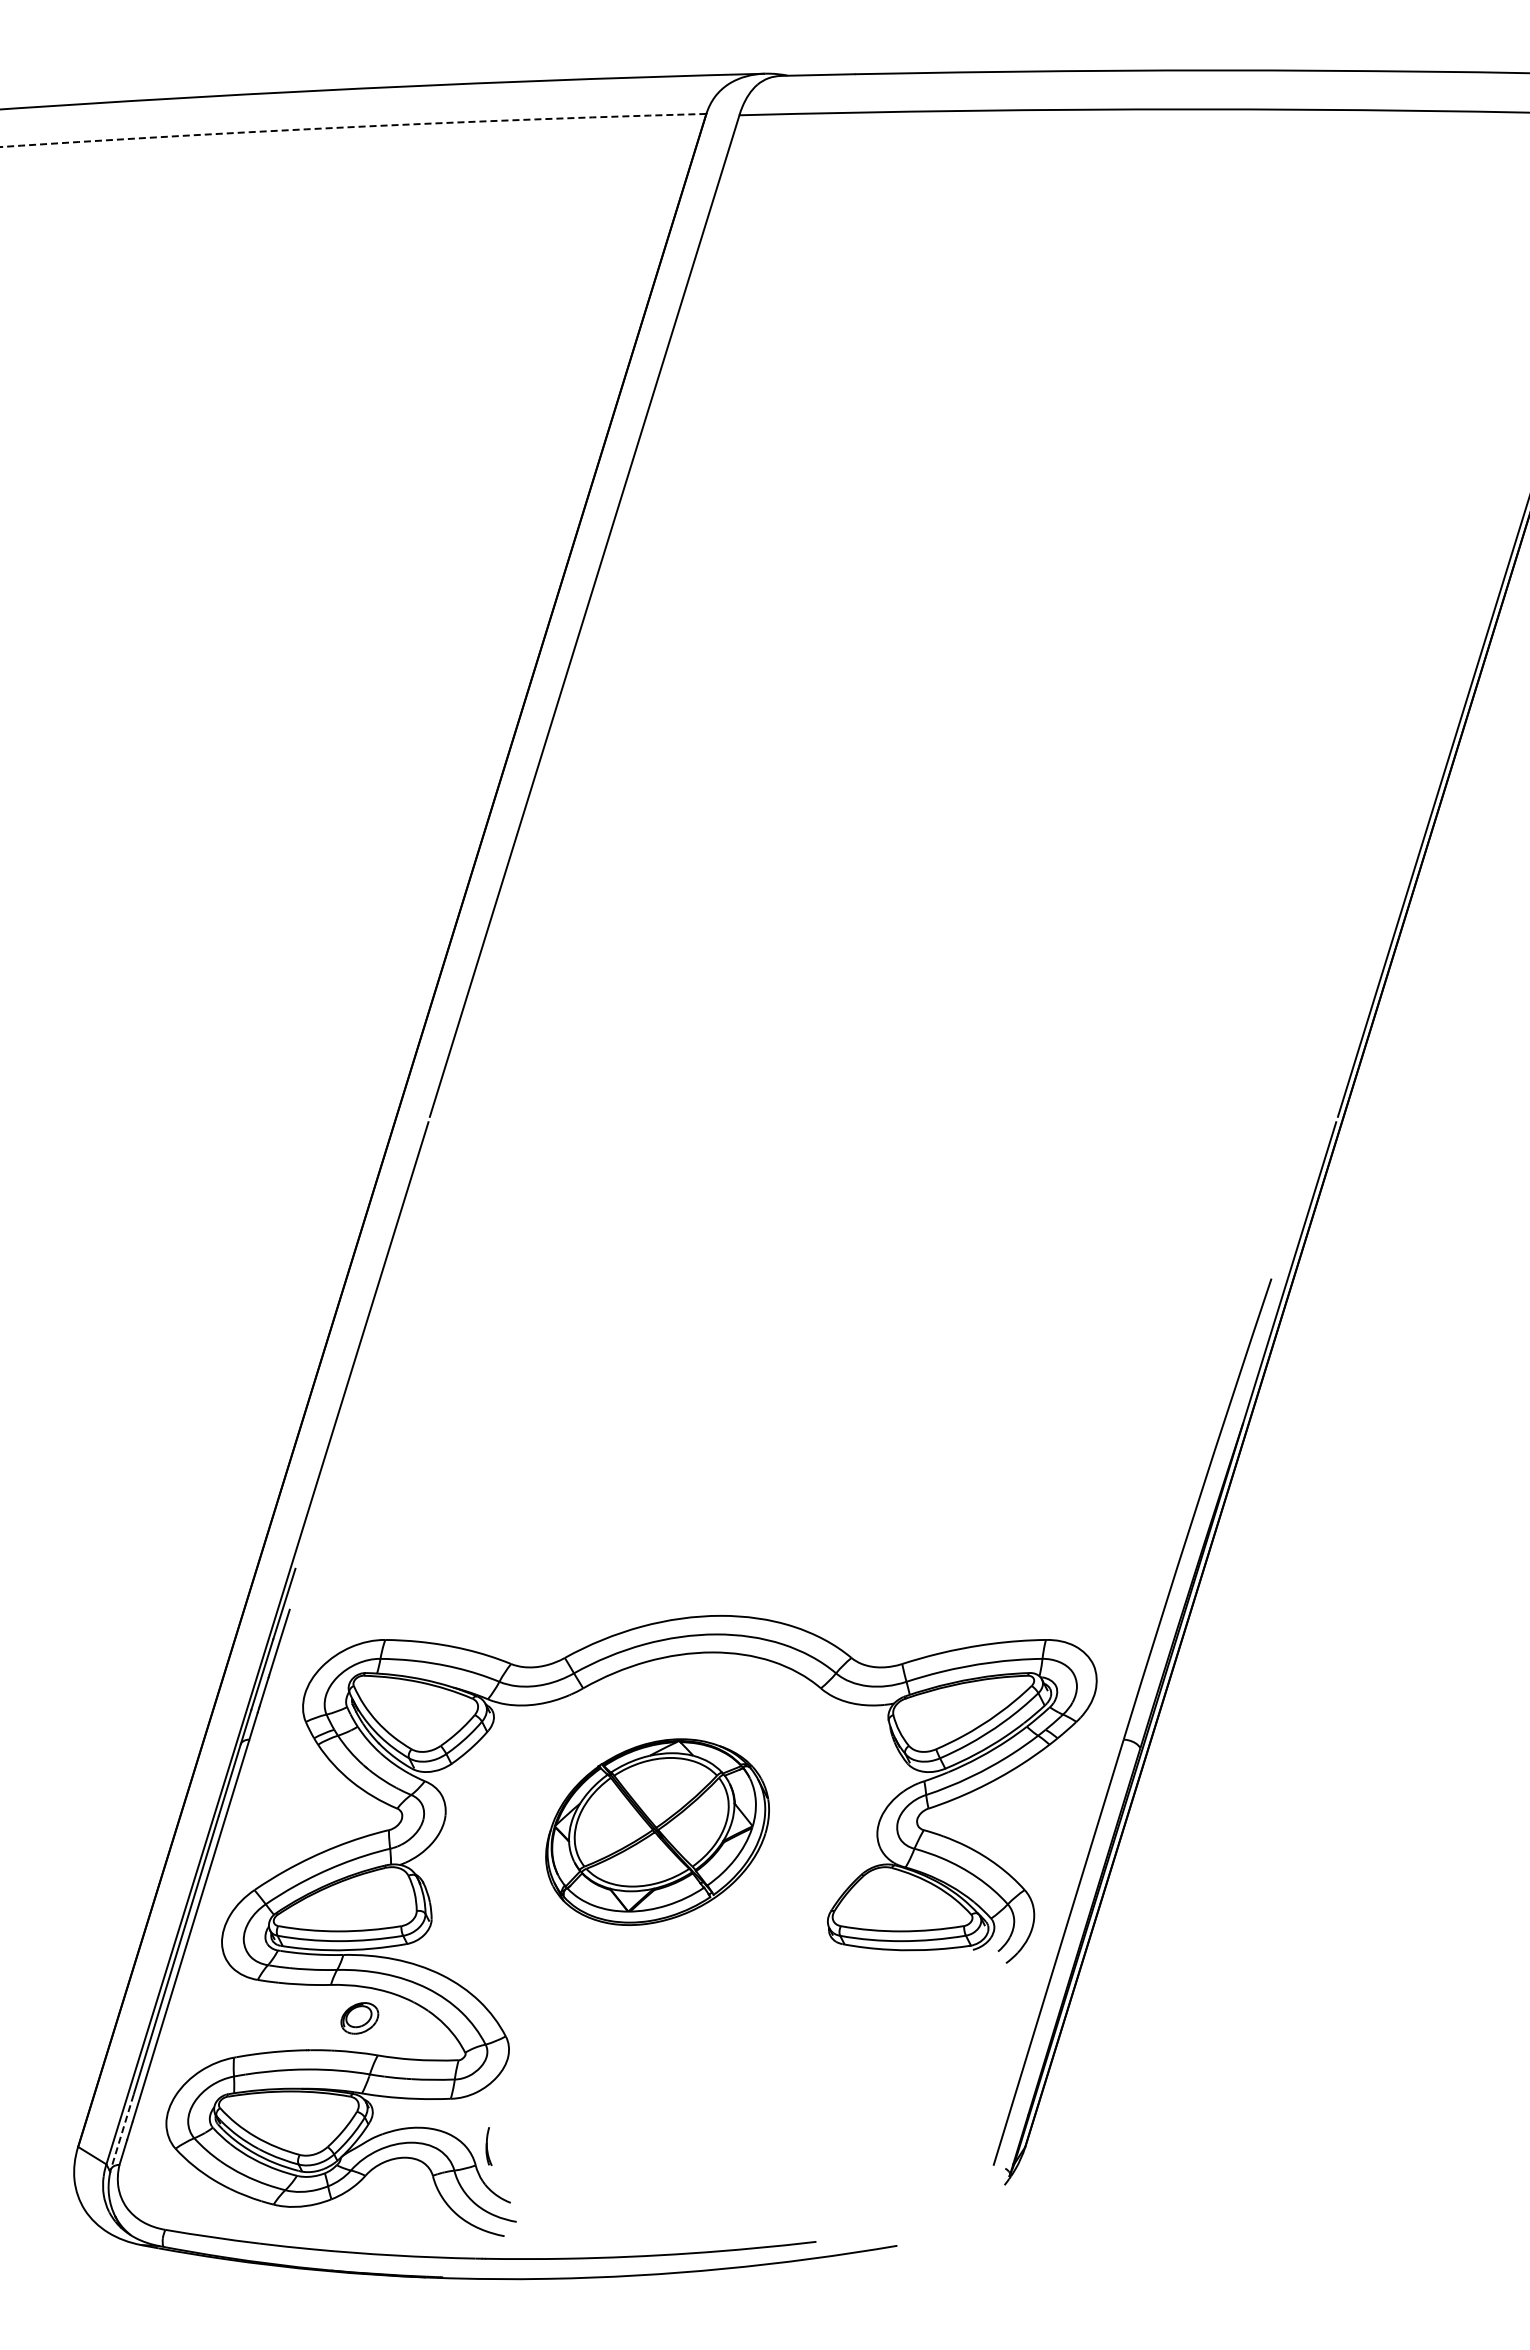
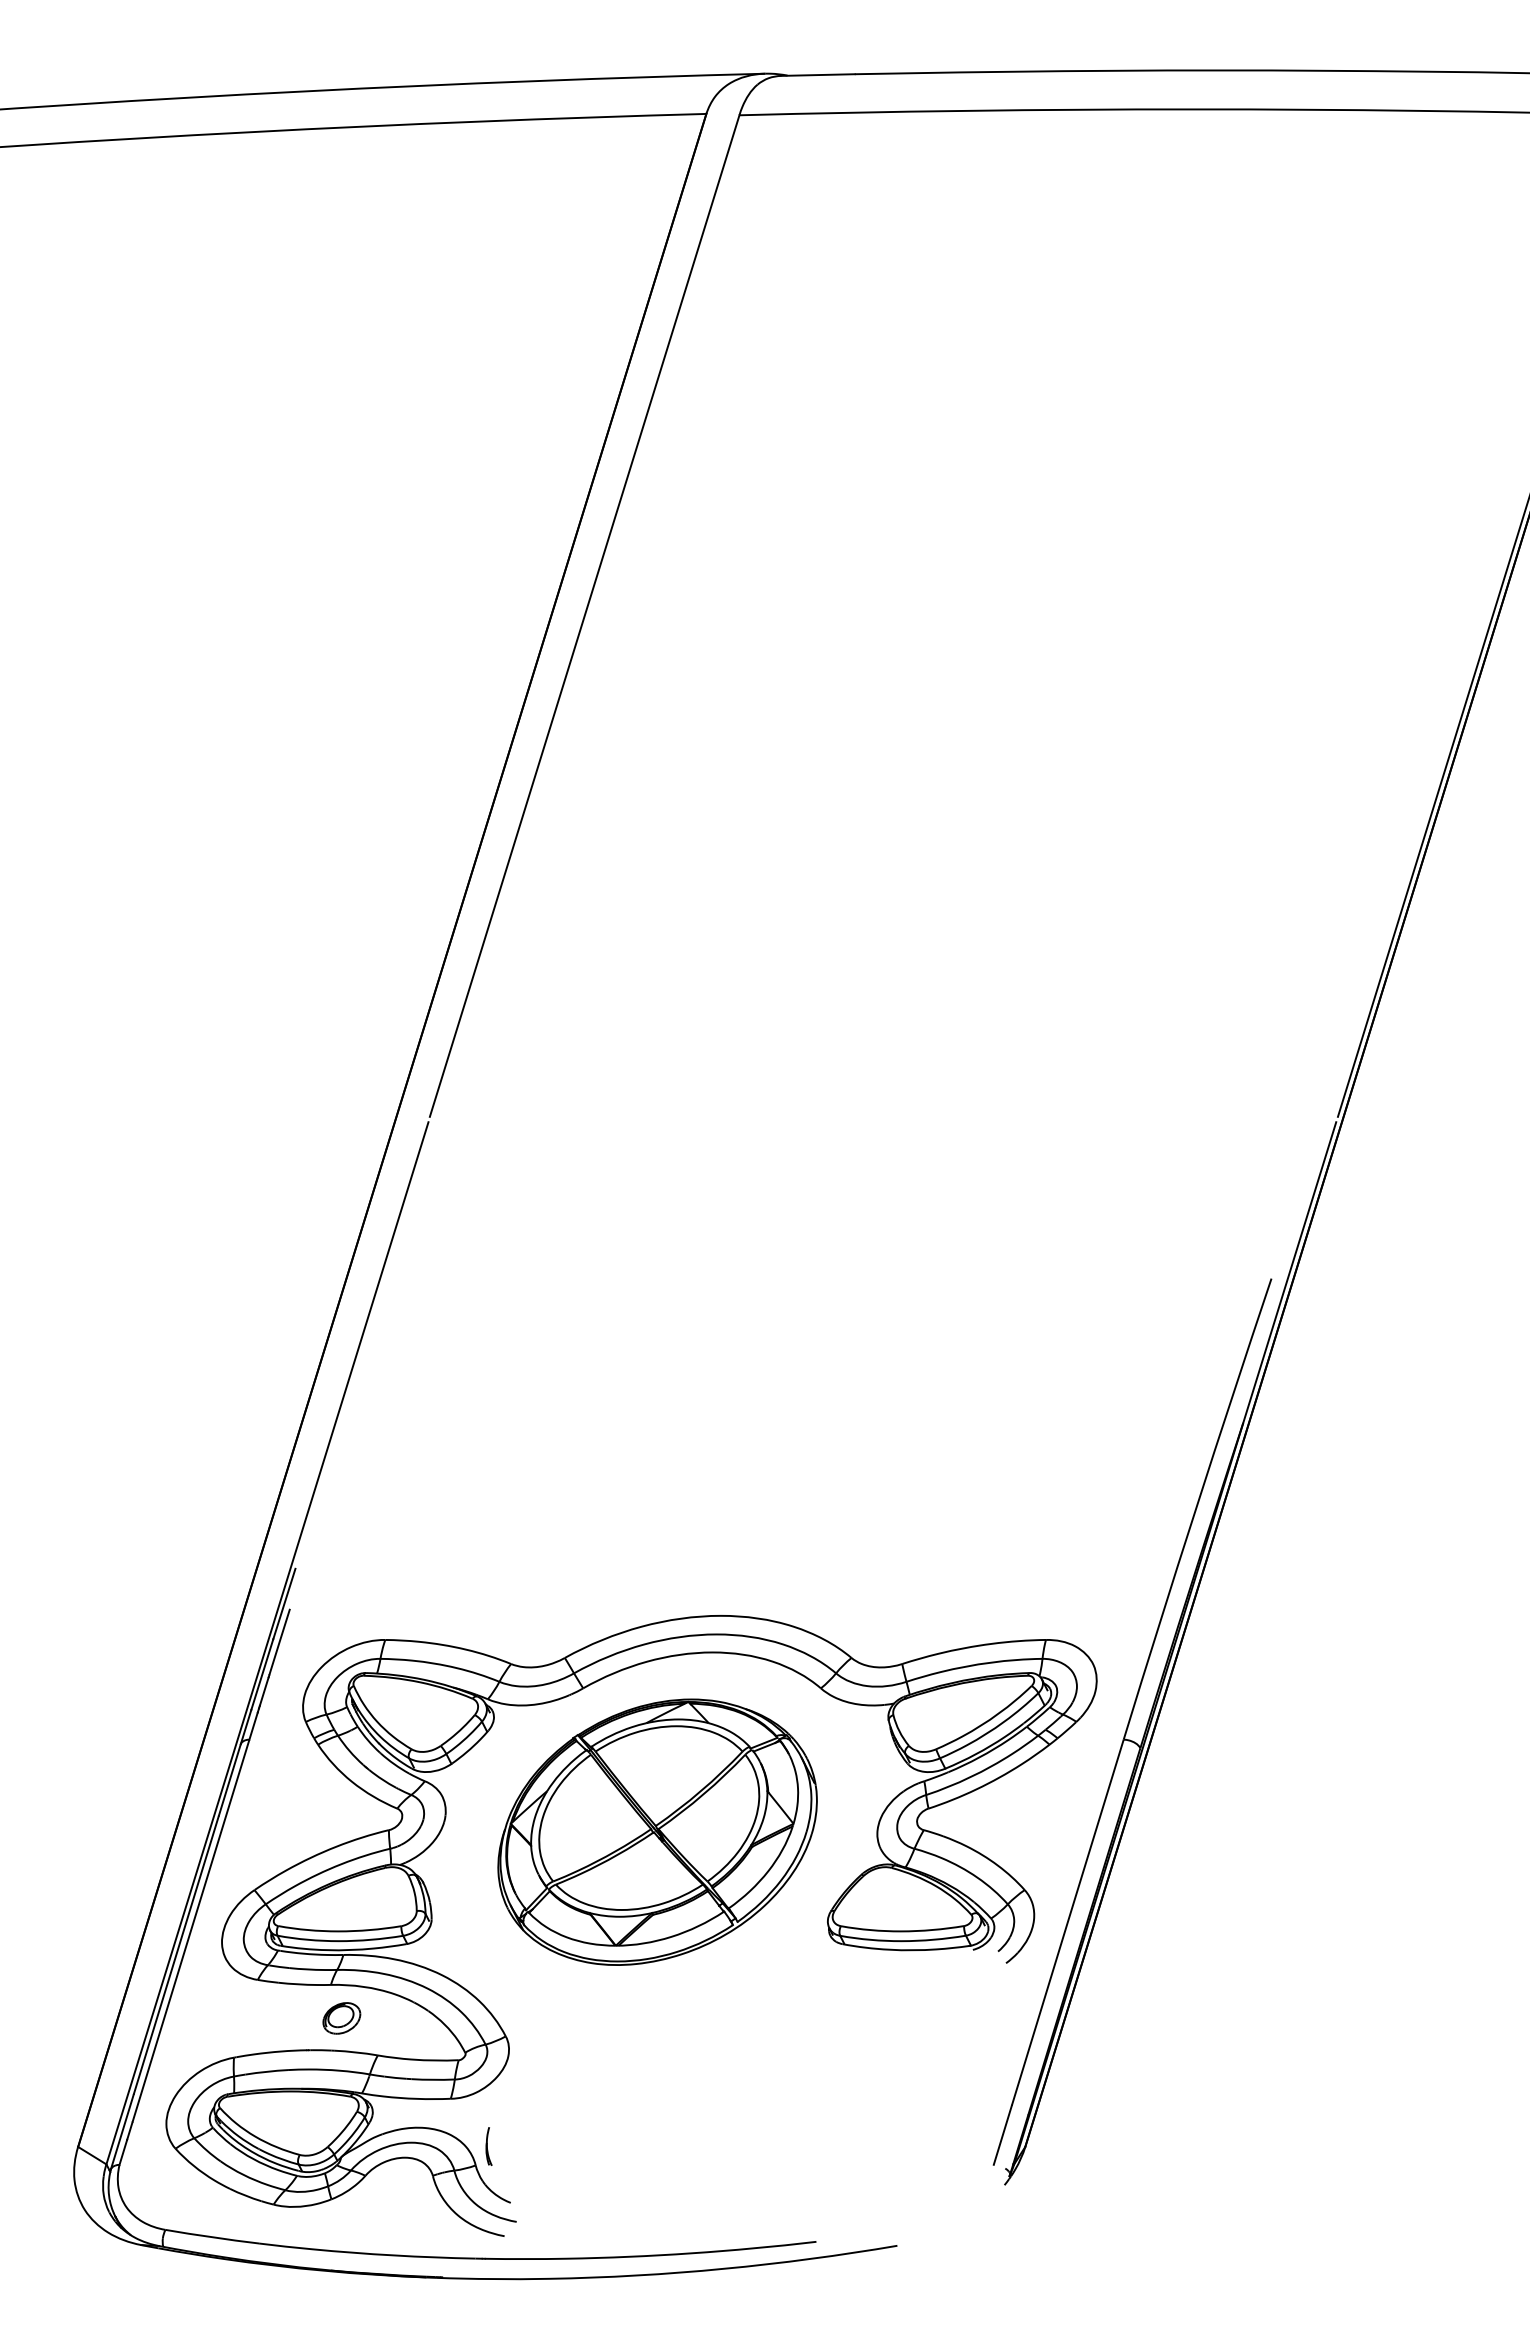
arc at (353, 127): dashed -> solid
part at (657, 1831) size: 225x188 px -> 321x268 px
part at (359, 2018) position: (359, 2018) -> (341, 2018)
line at (122, 2132): dashed -> solid
